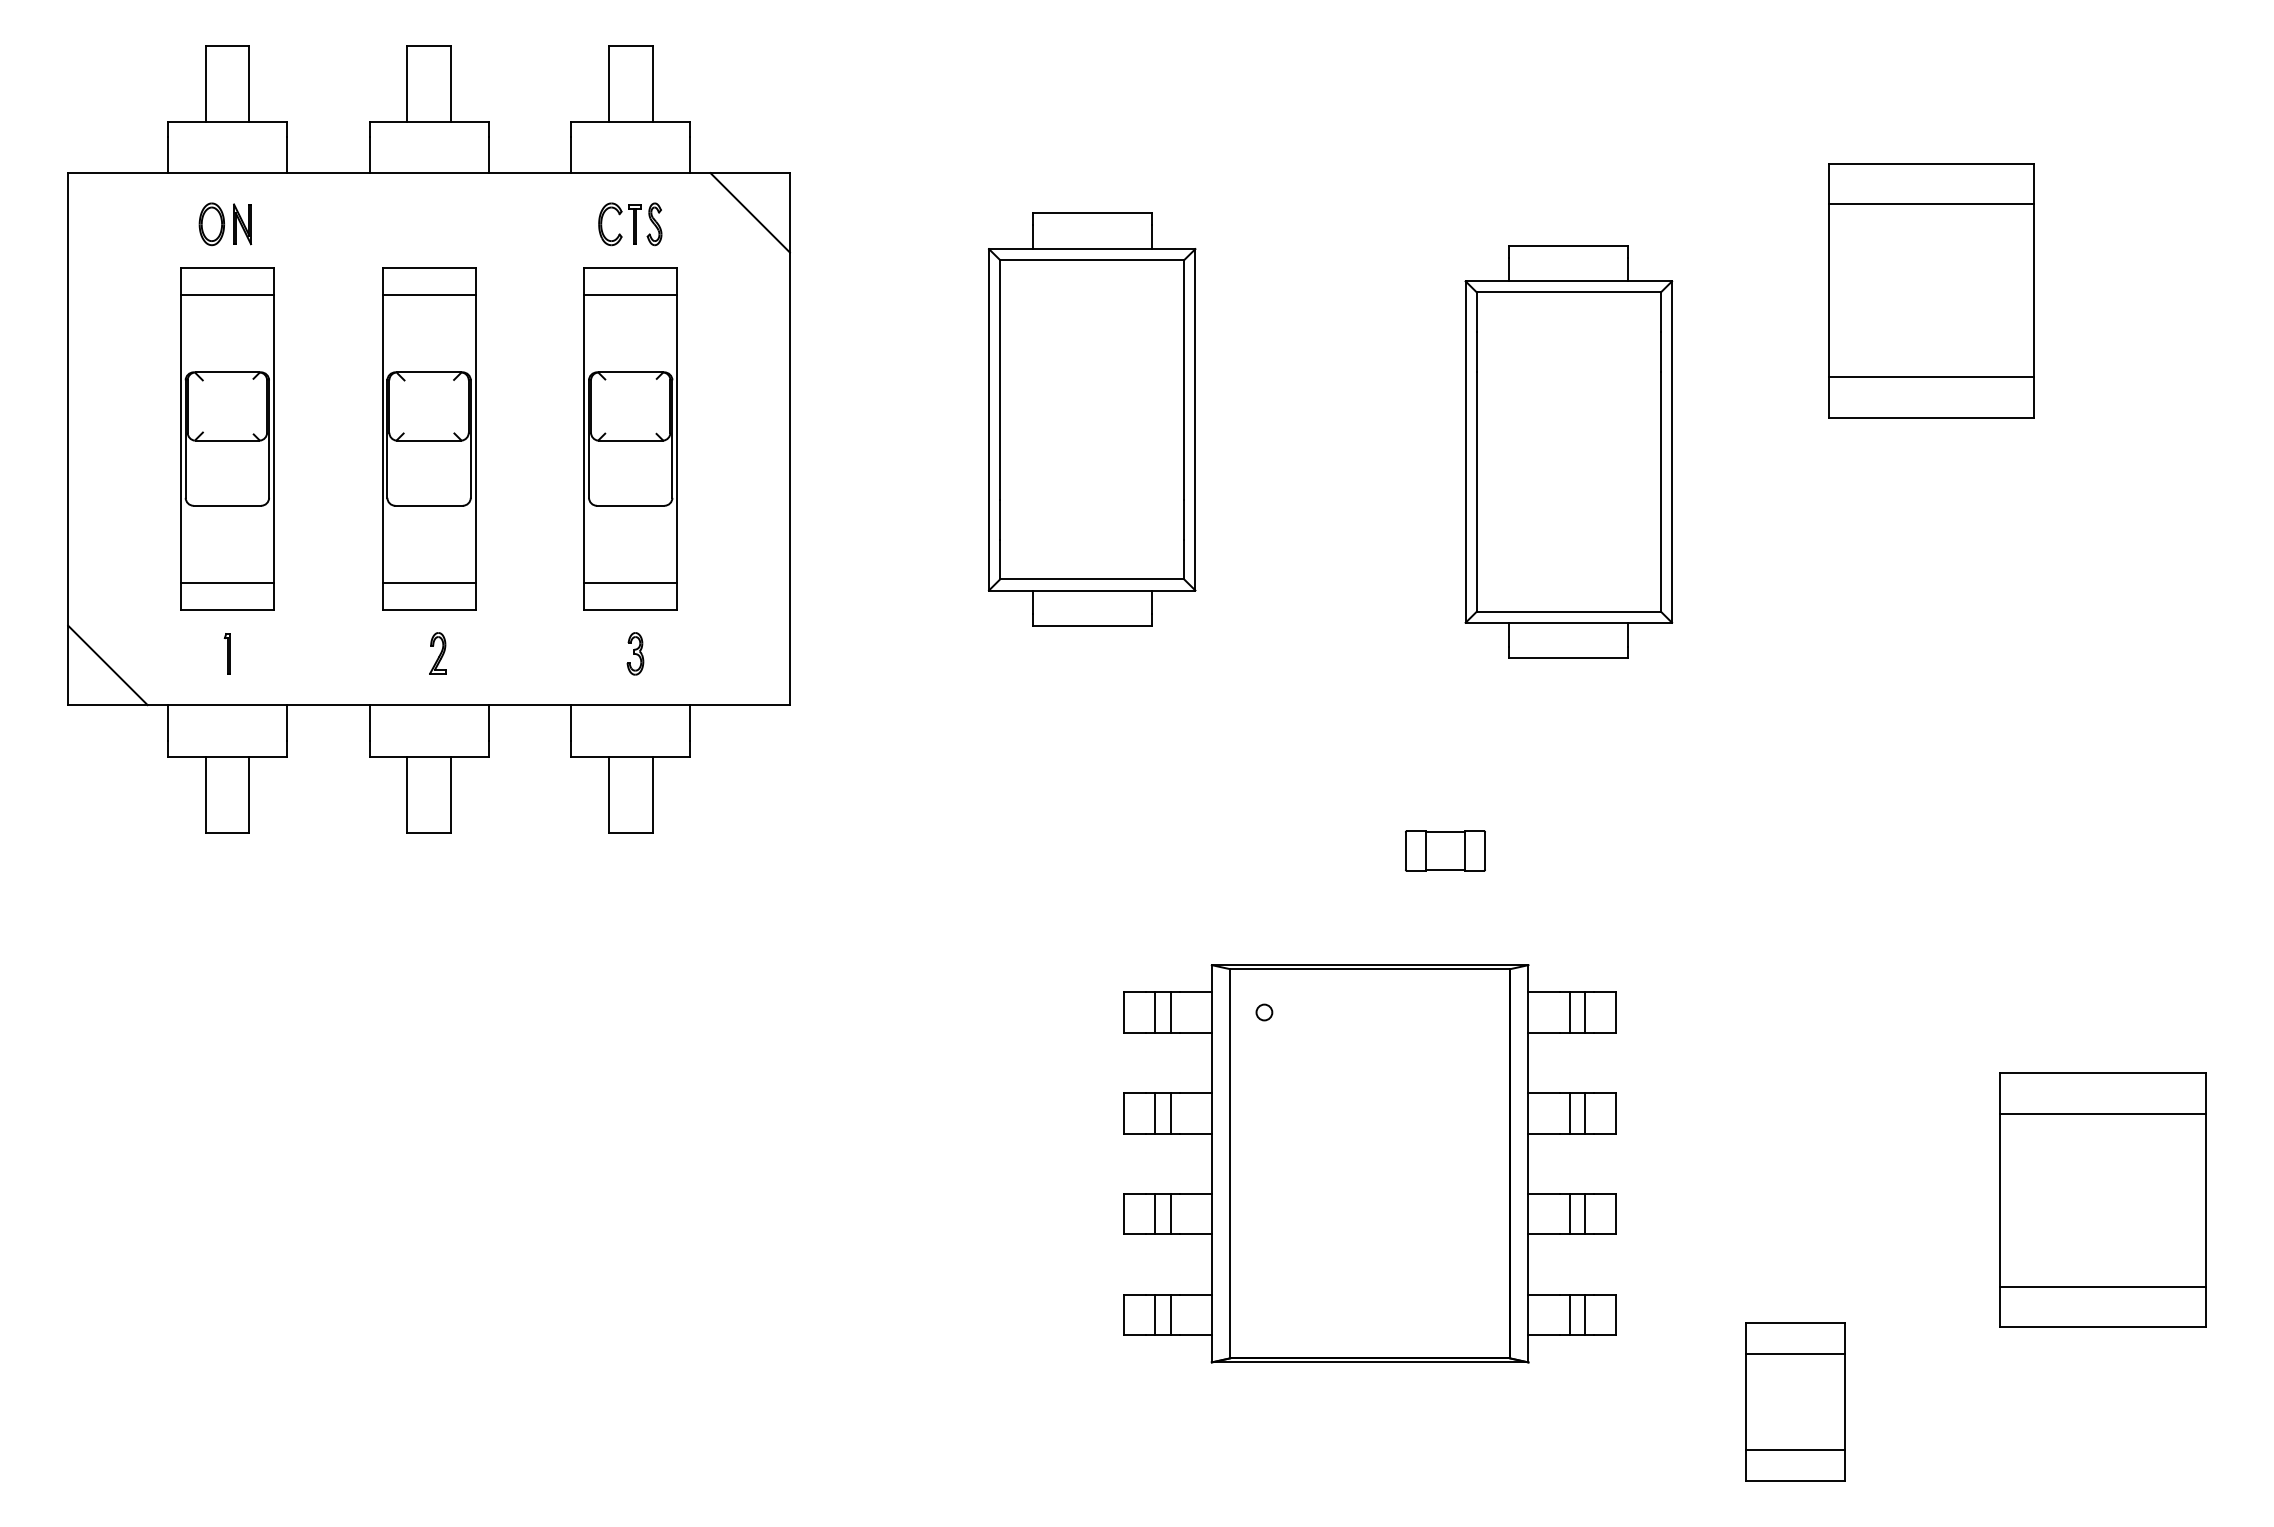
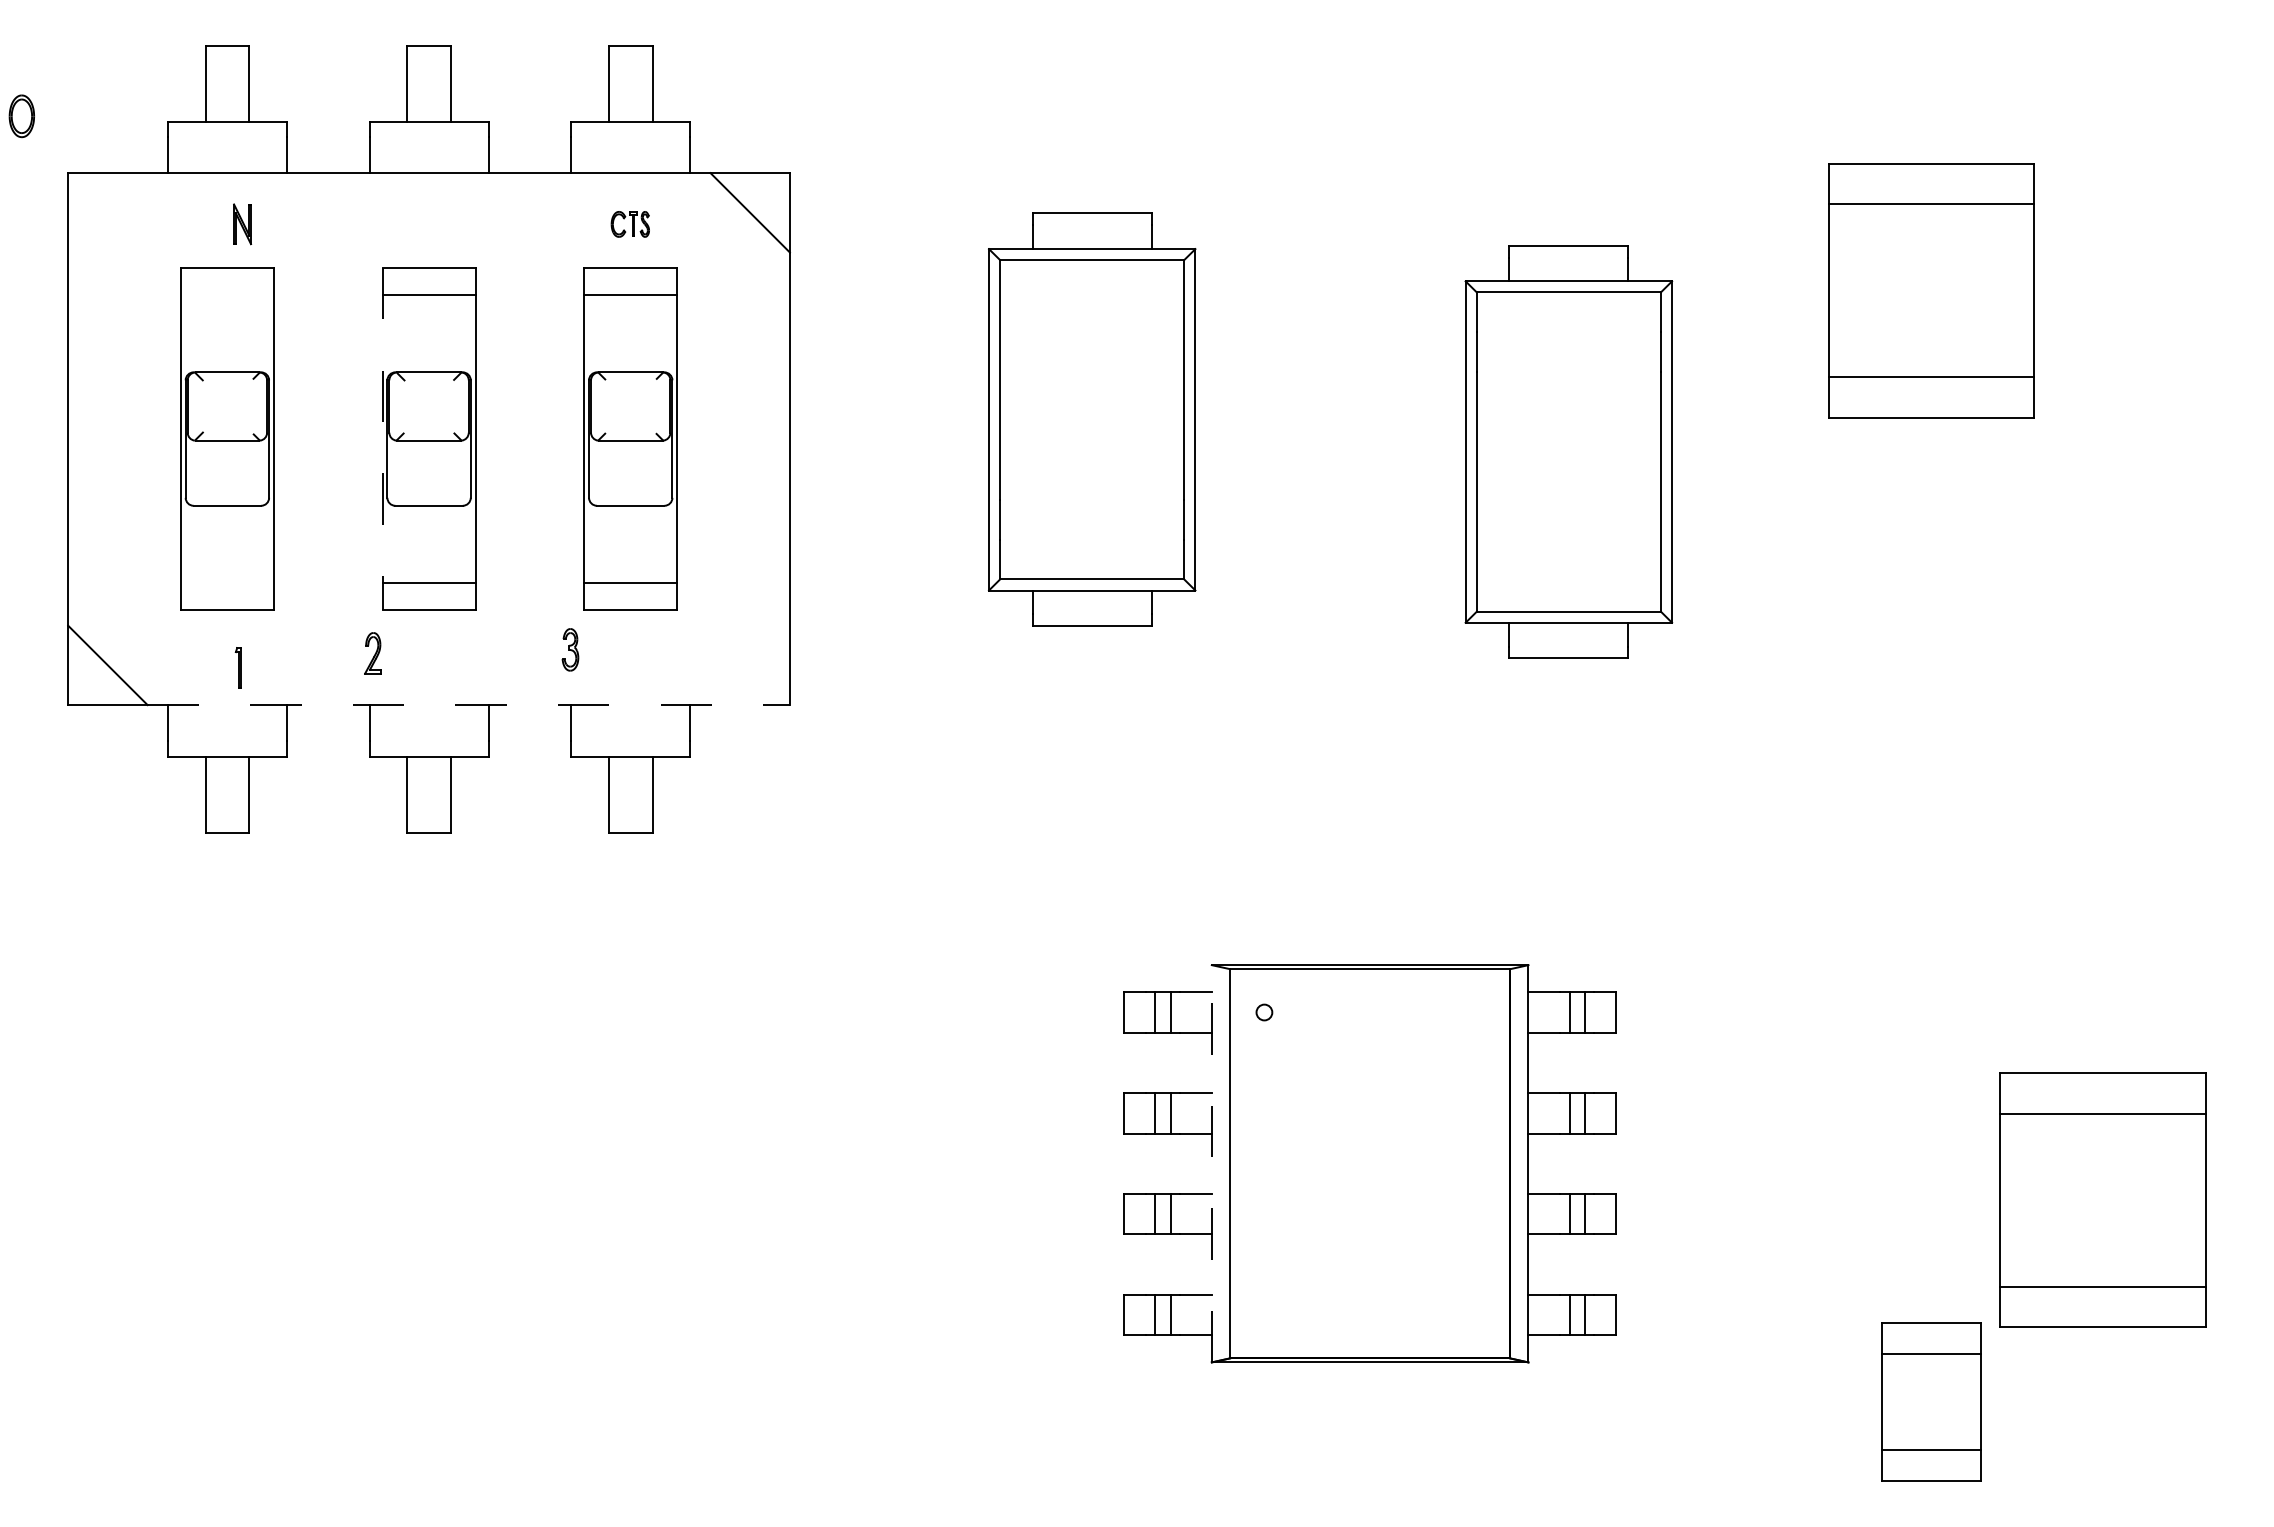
part at (211, 224) position: (211, 224) -> (21, 116)
part at (630, 224) size: 65x45 px -> 40x27 px
line at (226, 295): present -> none
line at (382, 439): solid -> dashed
line at (226, 582): present -> none
part at (226, 653) position: (226, 653) -> (237, 667)
part at (437, 653) position: (437, 653) -> (372, 653)
part at (635, 653) position: (635, 653) -> (570, 649)
line at (469, 705): solid -> dashed
part at (1445, 850): present -> none
line at (1211, 1163): solid -> dashed
part at (1795, 1401) position: (1795, 1401) -> (1931, 1401)
